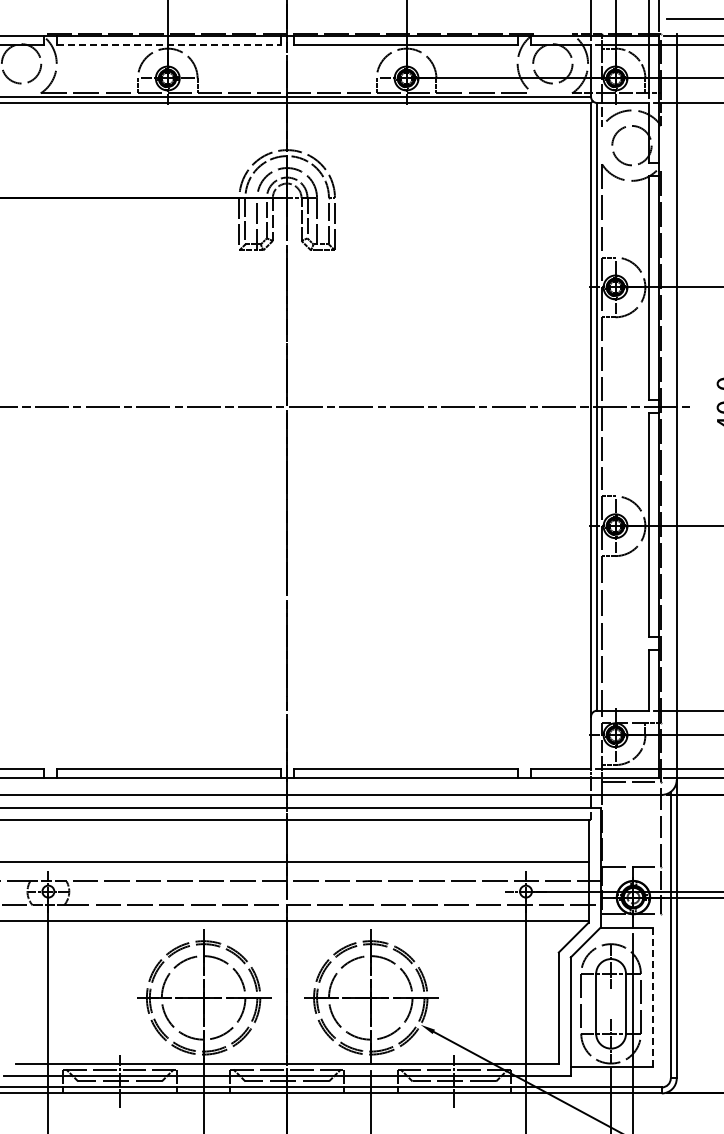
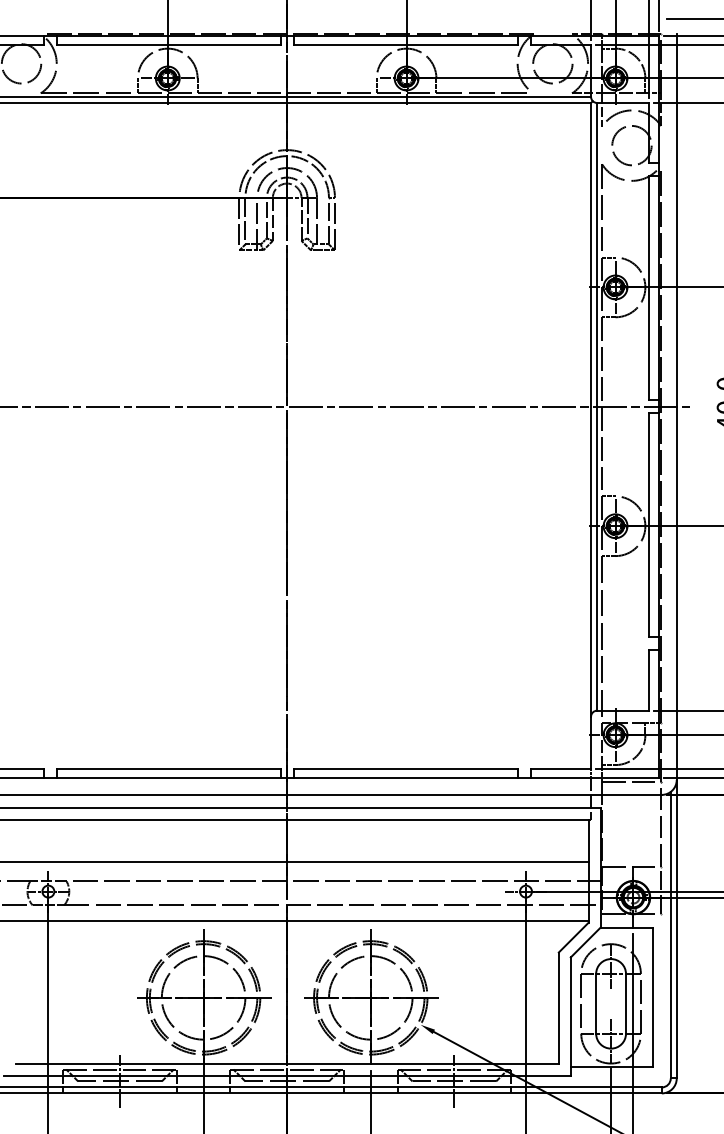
line at (168, 45): dashed -> solid
line at (653, 997): dashed -> solid
